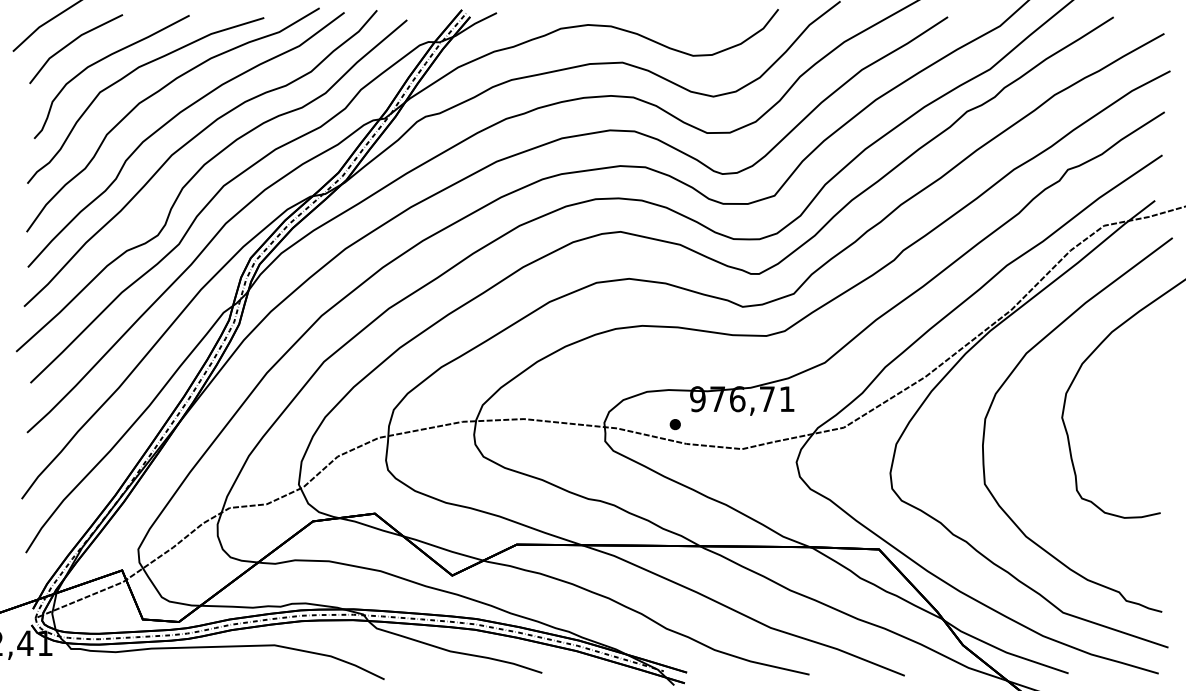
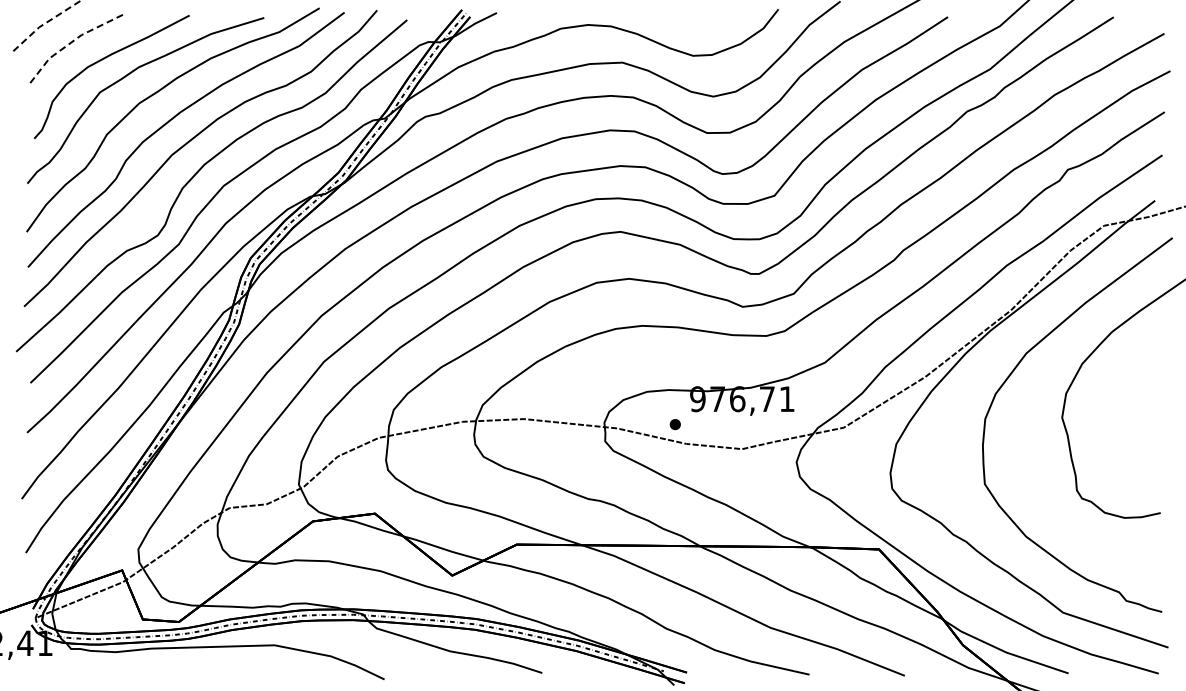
line at (44, 24): solid -> dashed
line at (71, 42): solid -> dashed
